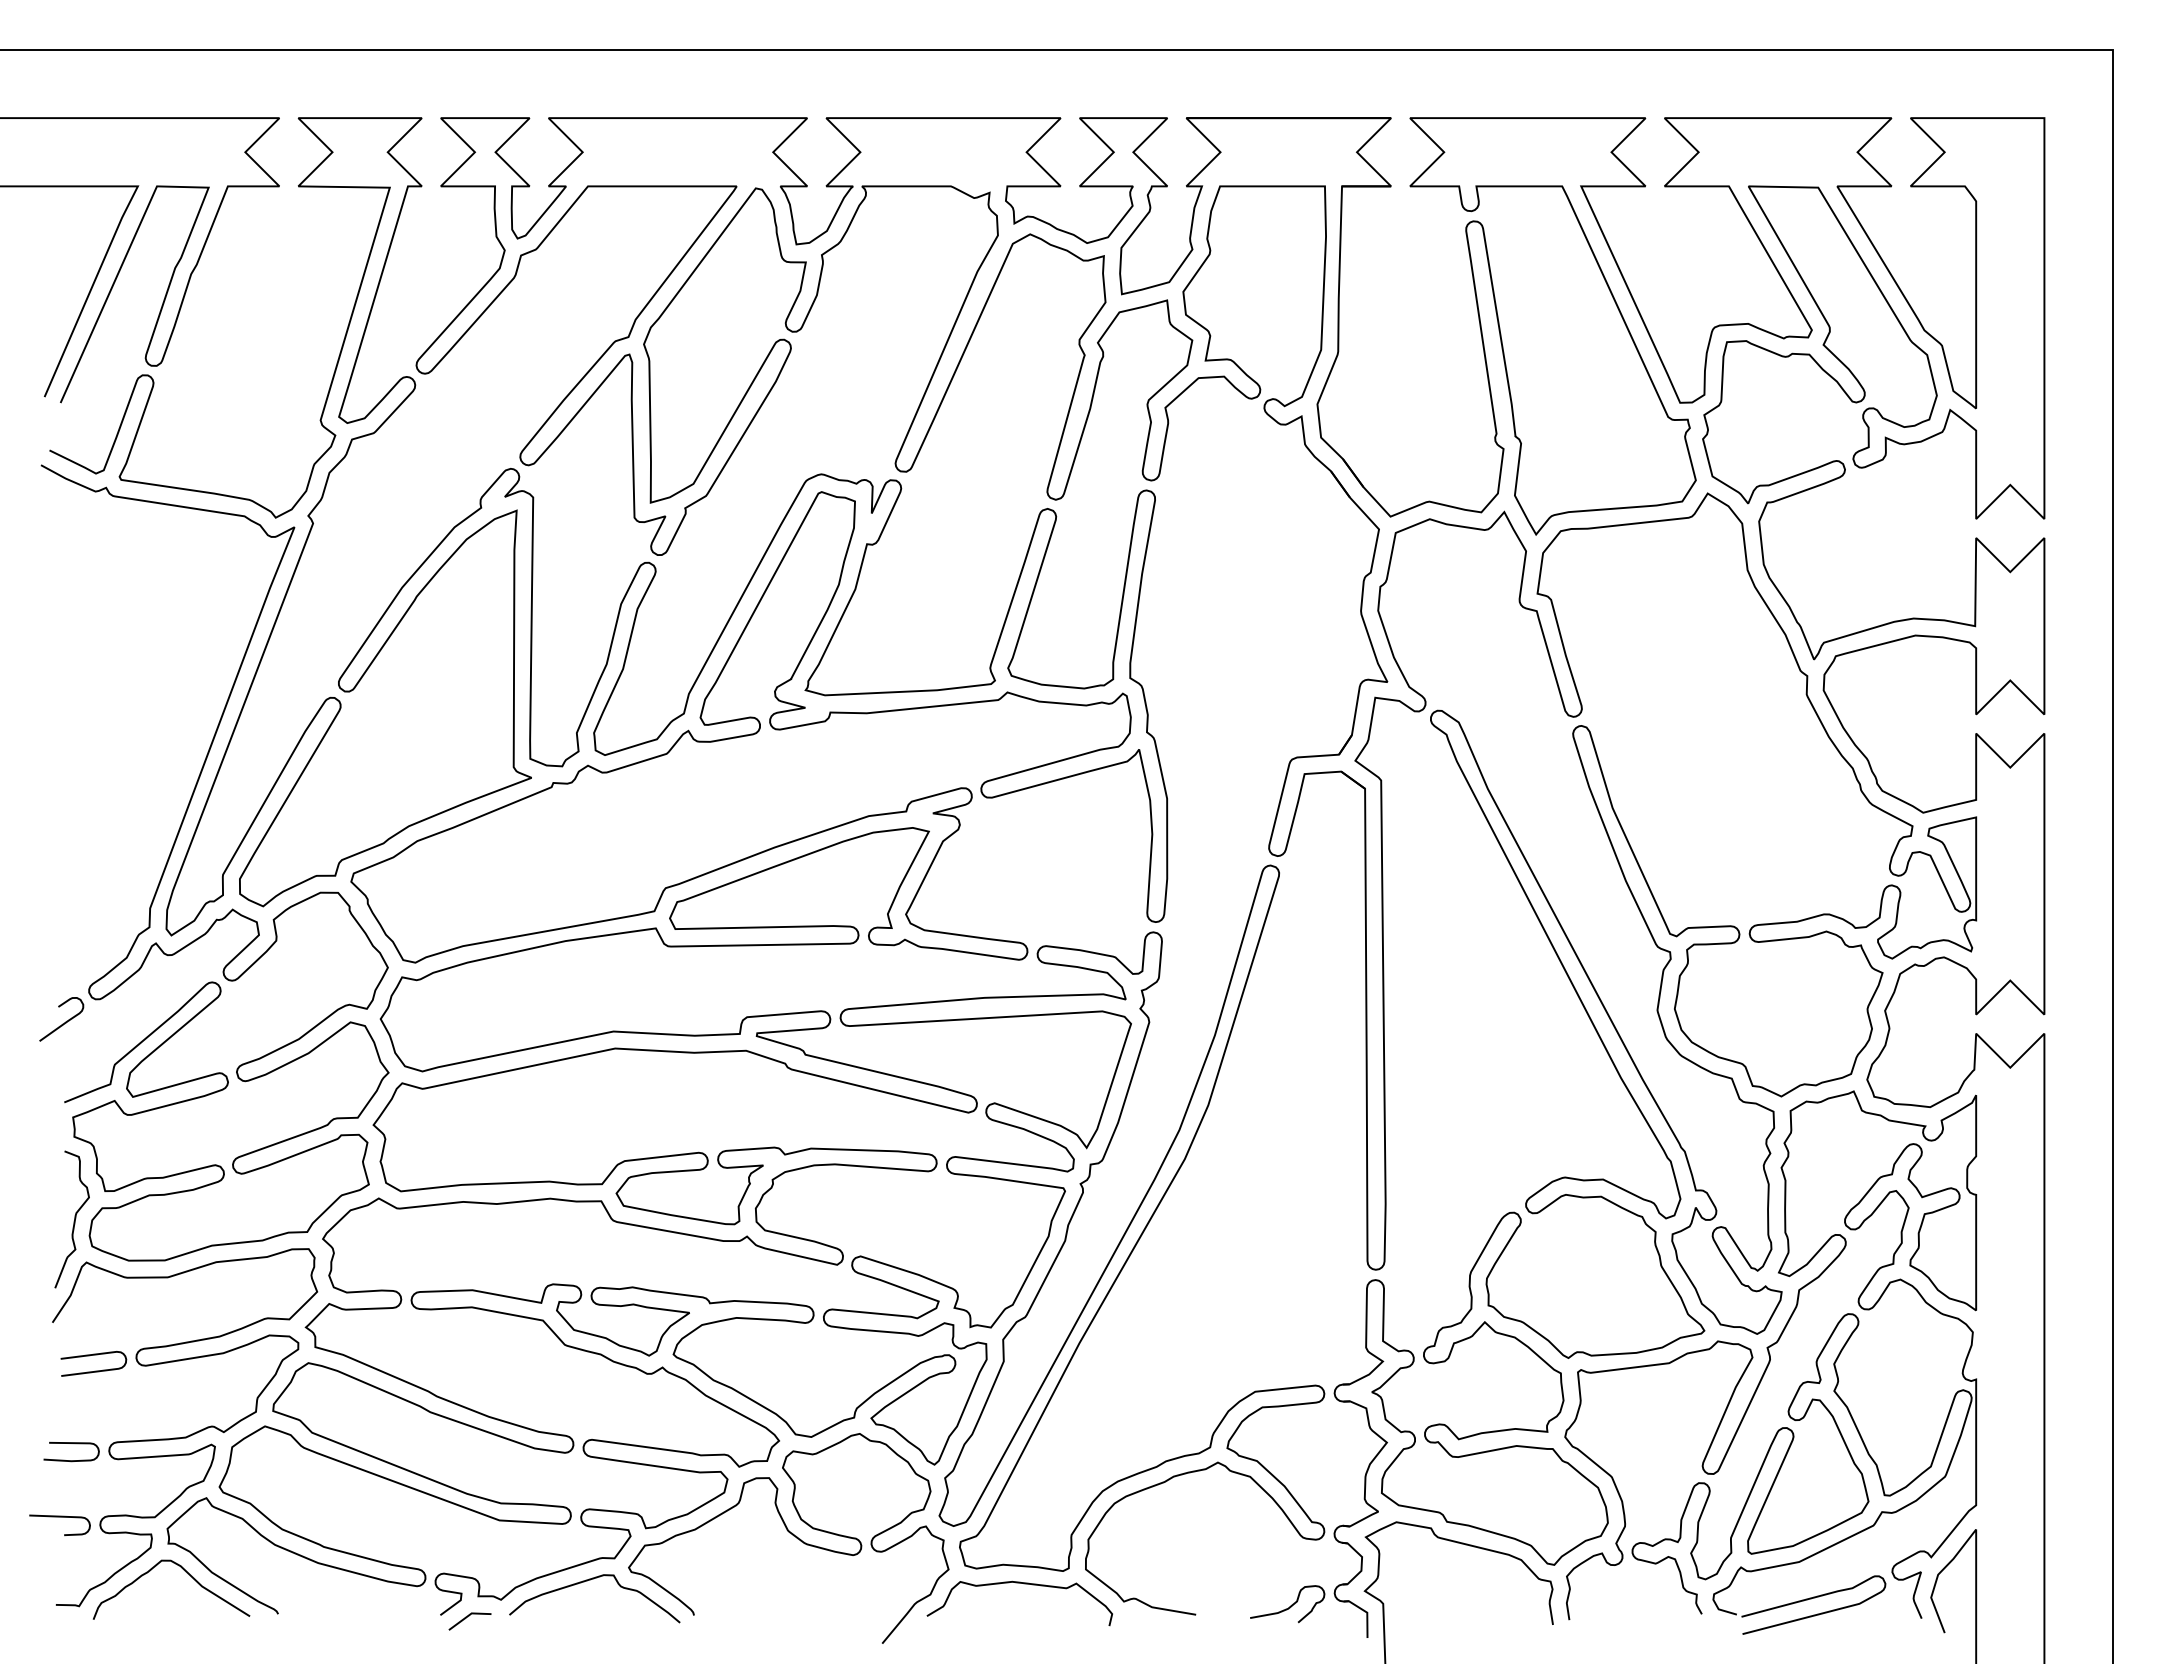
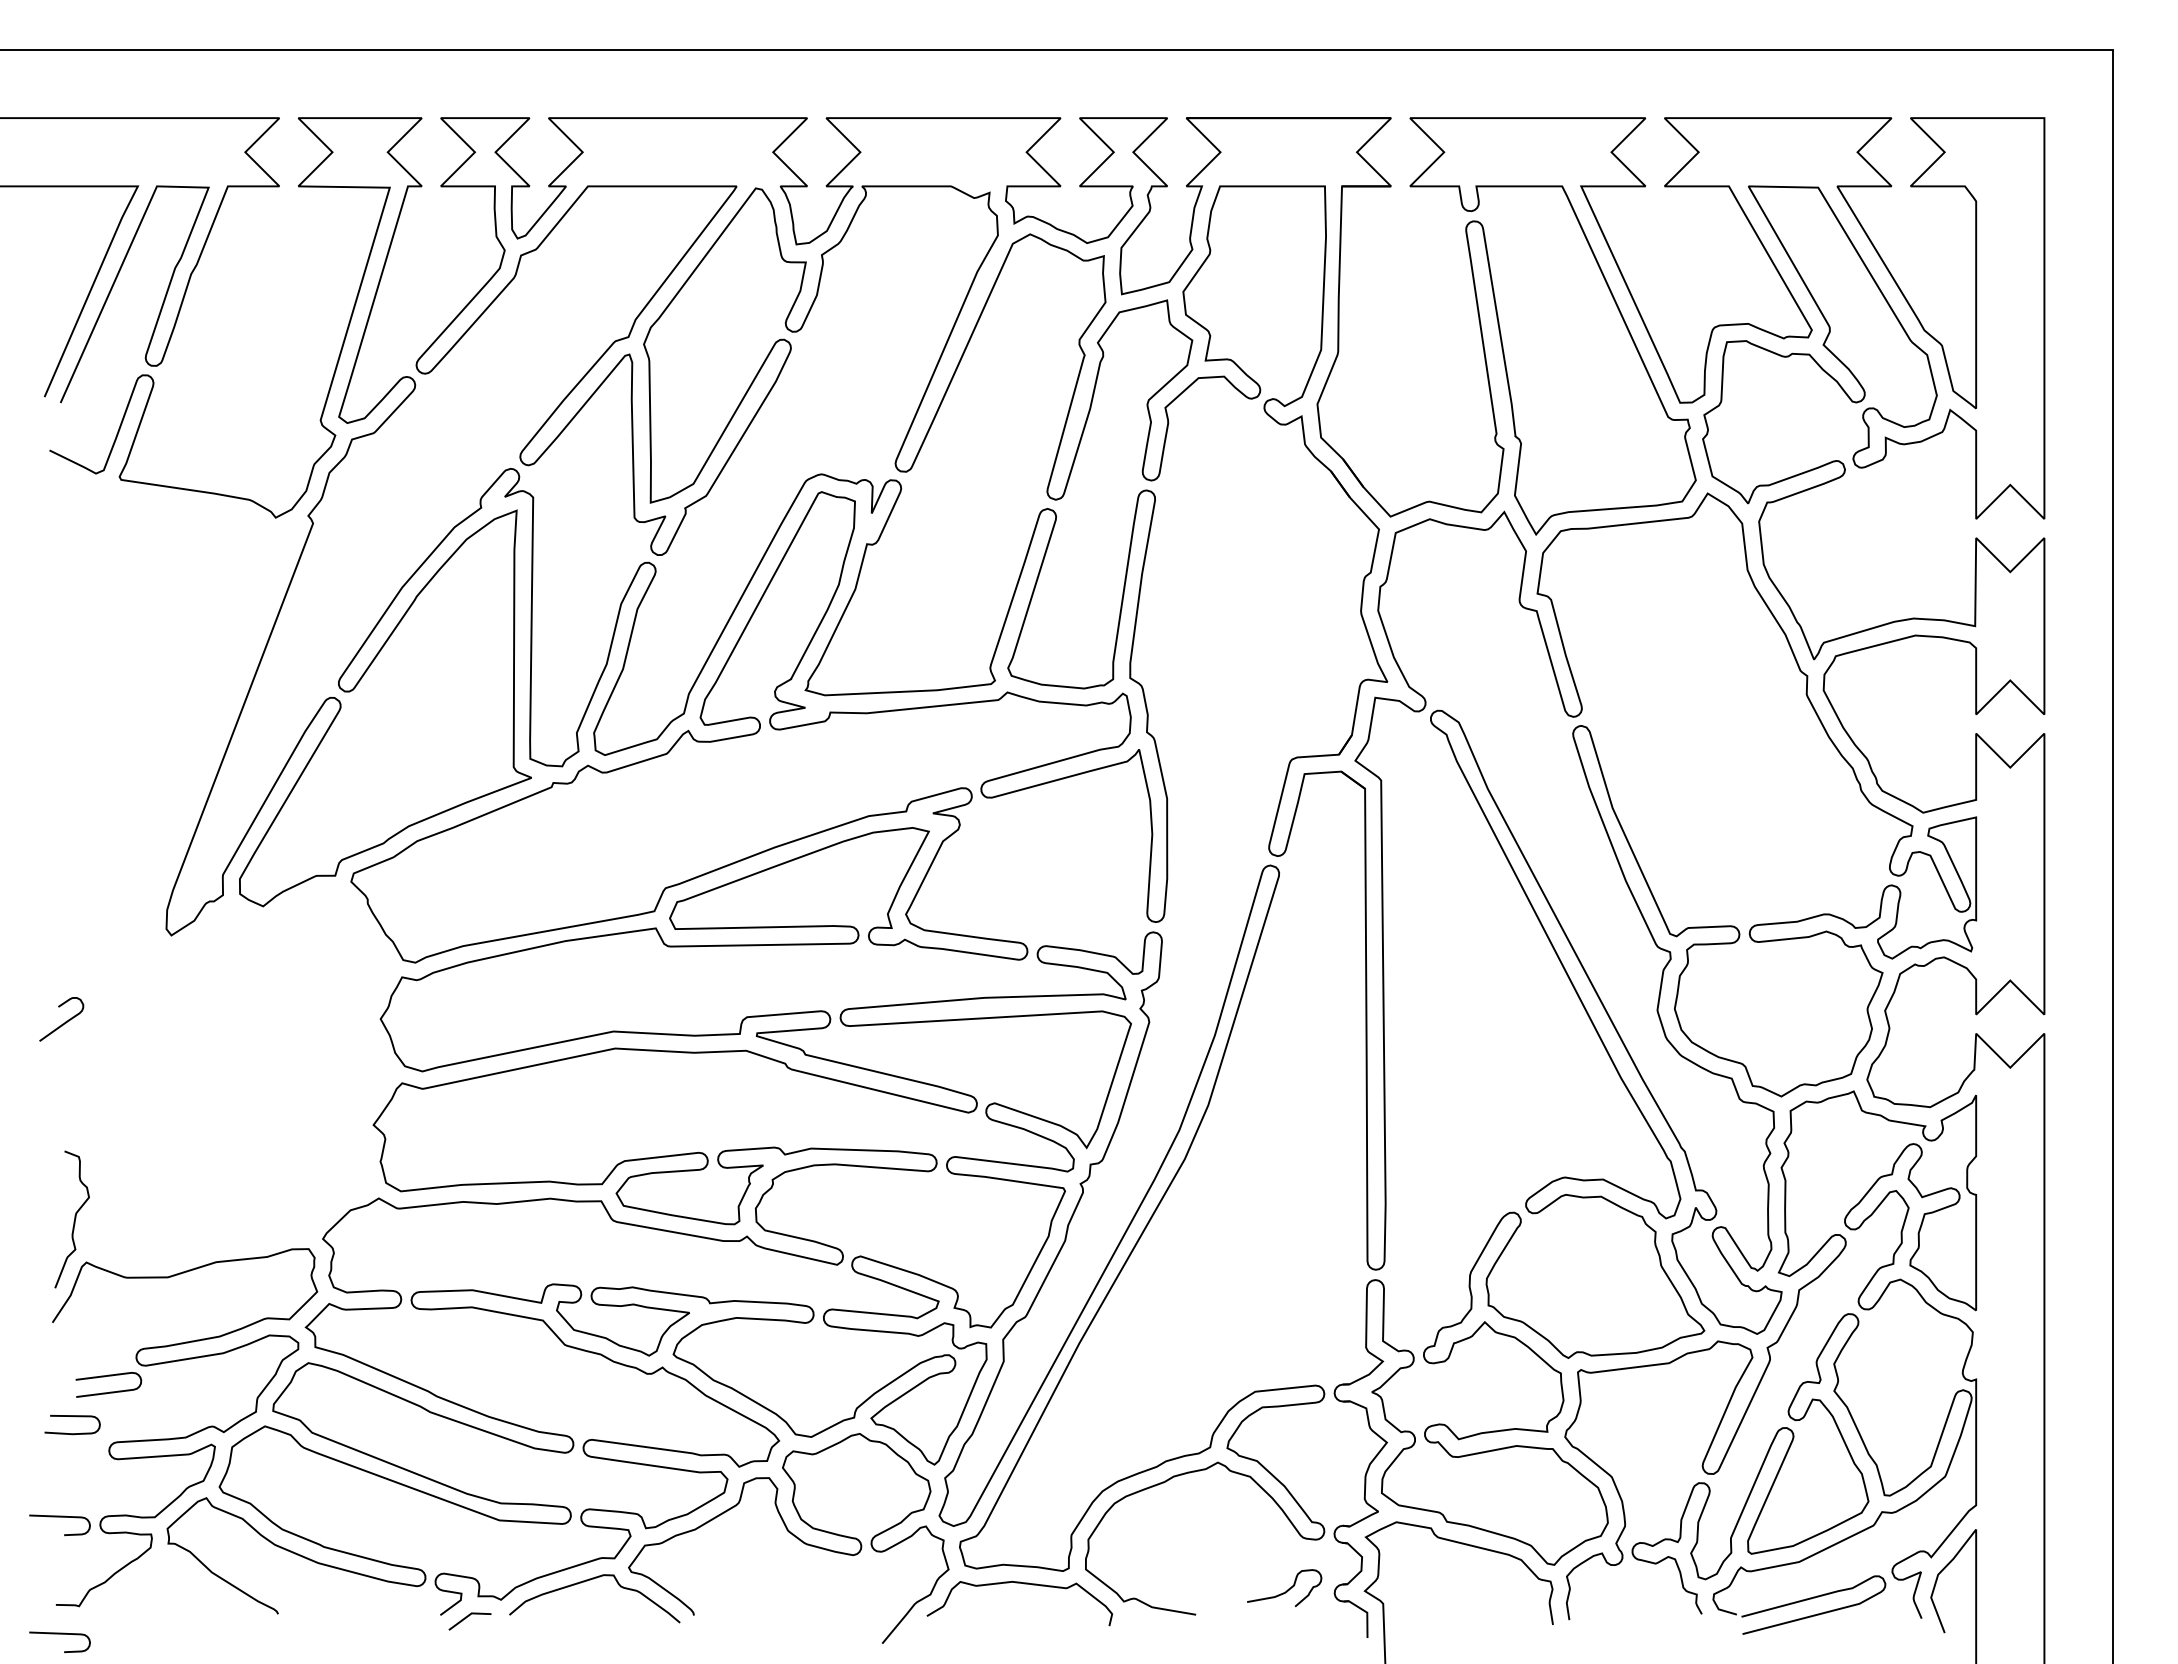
curve at (173, 849): present -> none
curve at (94, 1370) position: (94, 1370) -> (109, 1391)
curve at (74, 1444) position: (74, 1444) -> (75, 1417)
curve at (185, 1572): present -> none
curve at (1289, 1606) position: (1289, 1606) -> (1286, 1590)
curve at (59, 1634): none -> present
